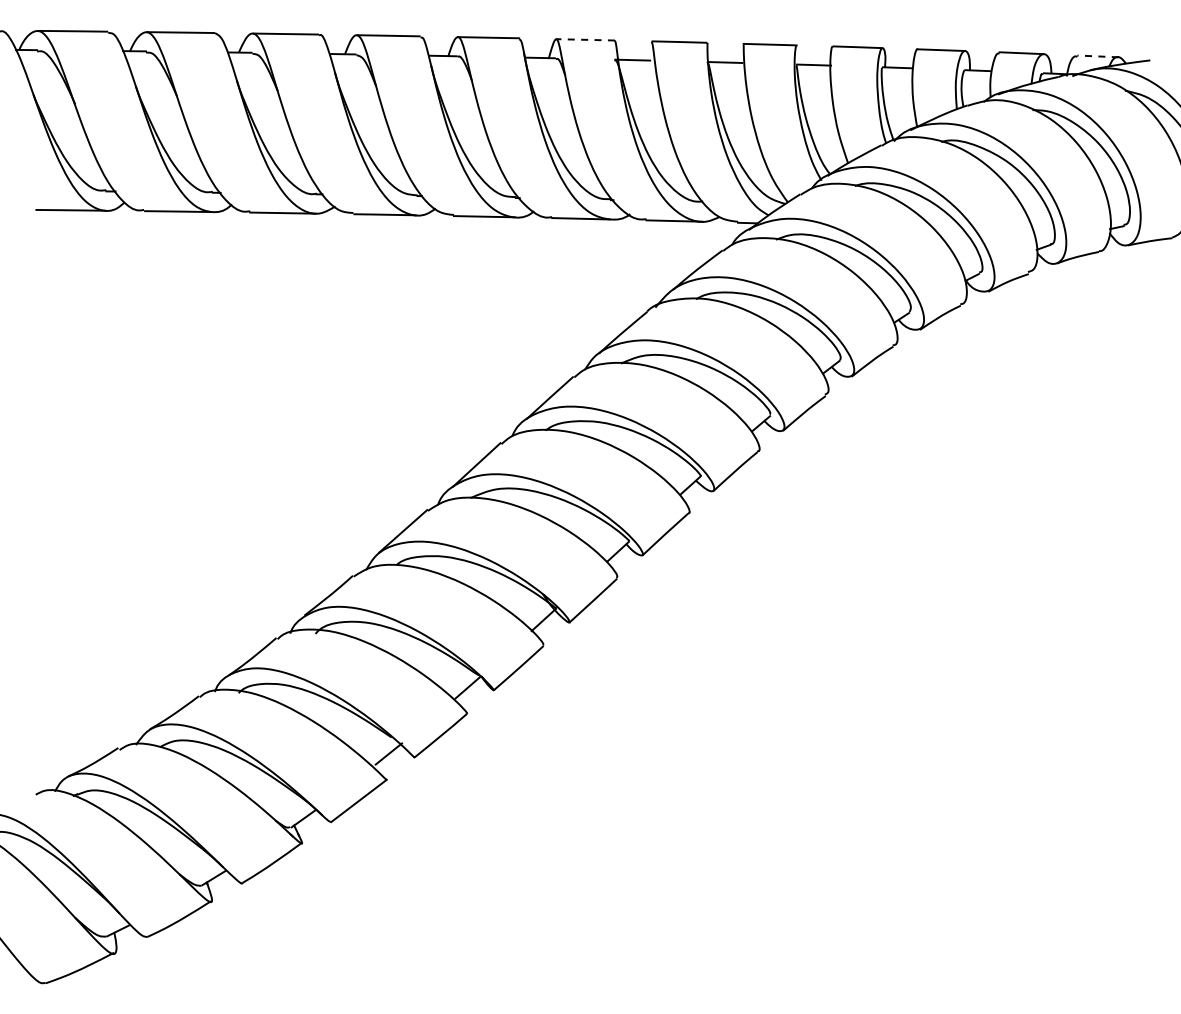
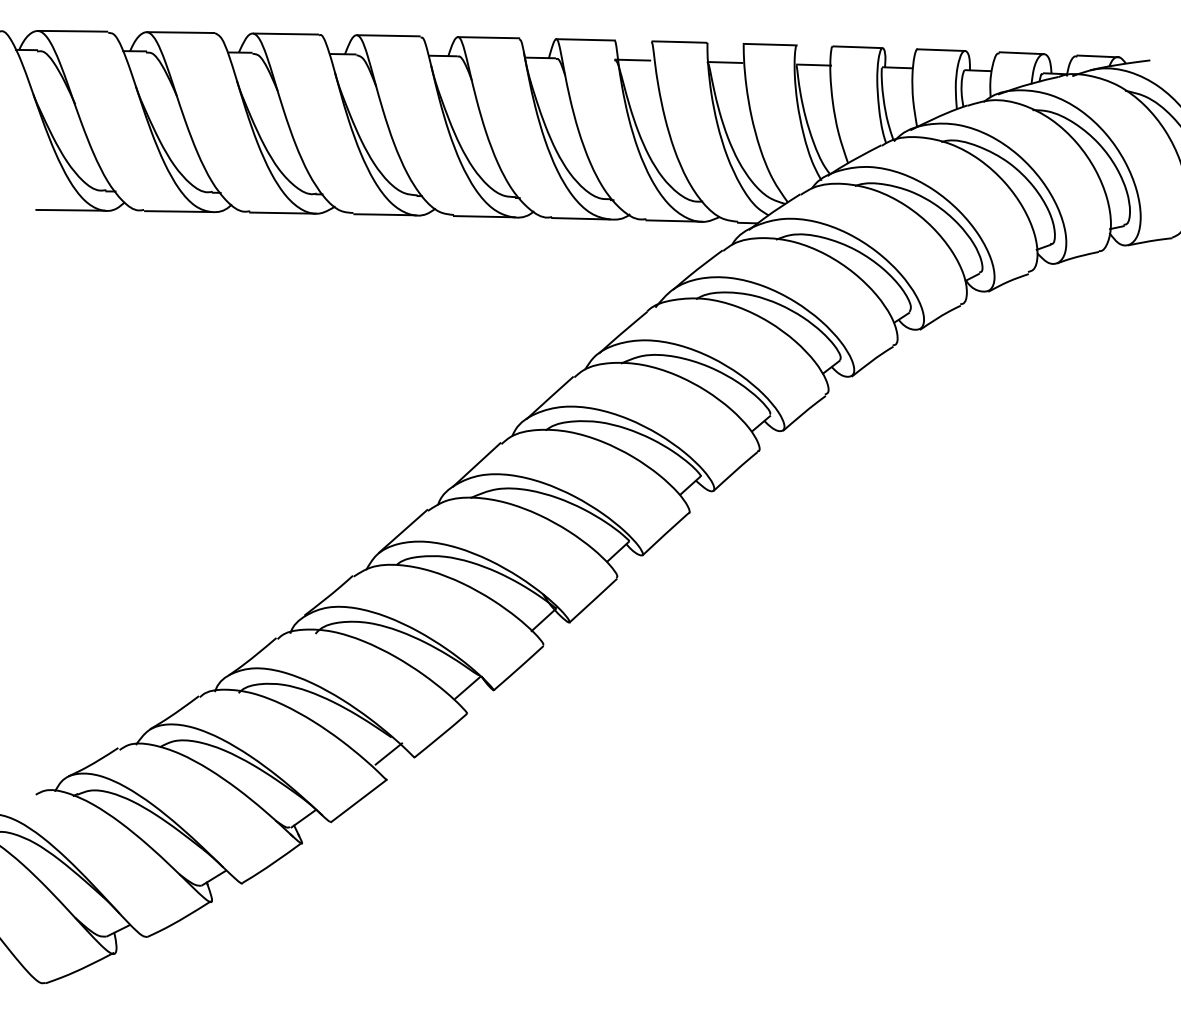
line at (585, 39): dashed -> solid
line at (1098, 56): dashed -> solid
